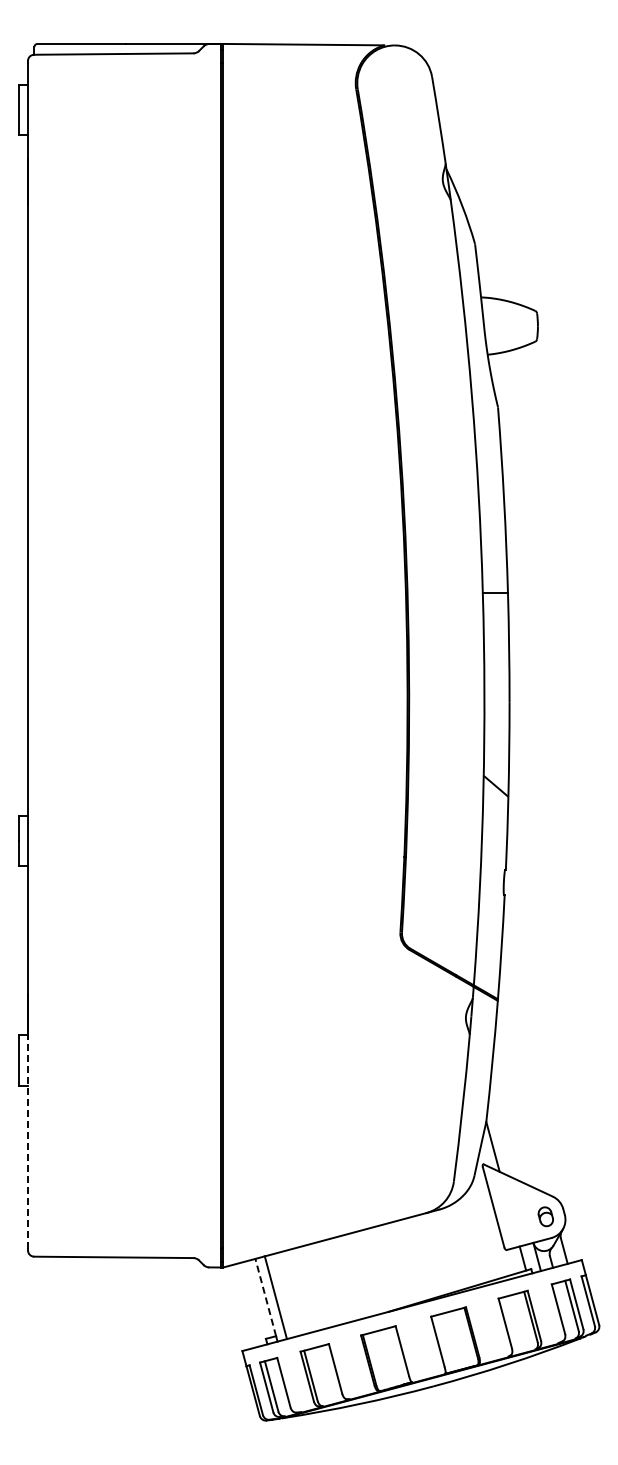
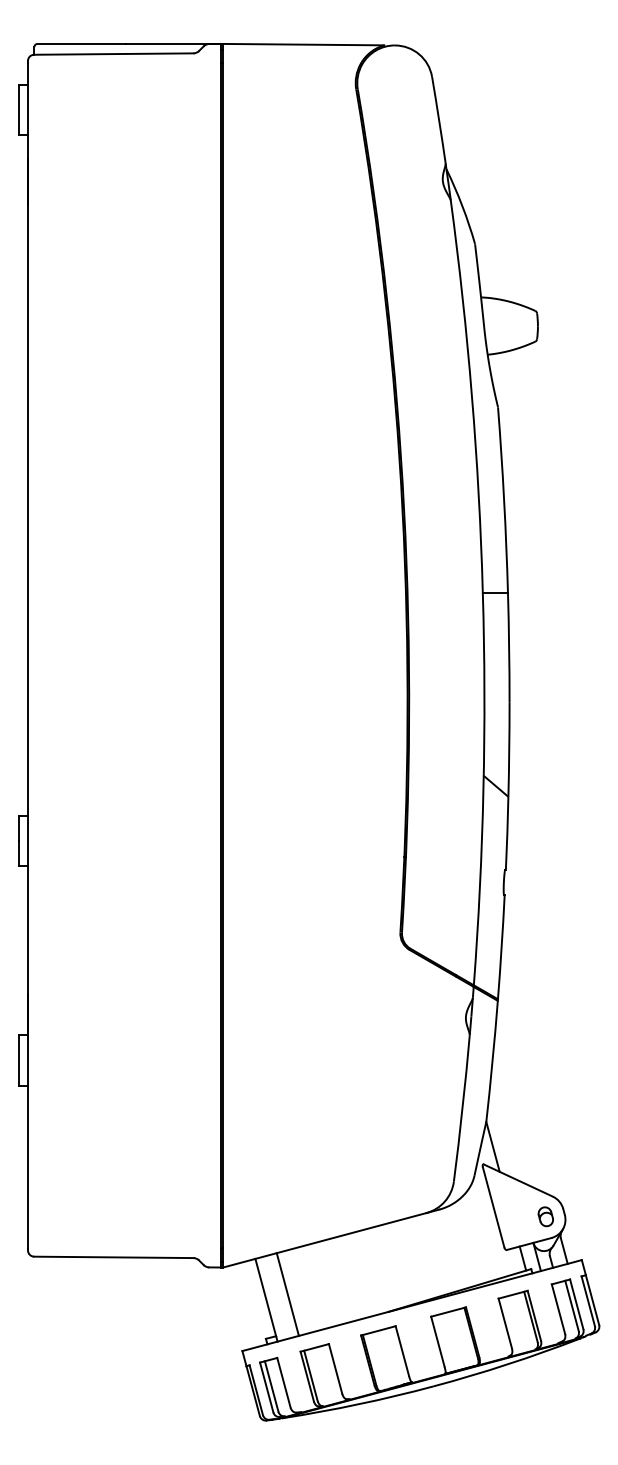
line at (27, 1143): dashed -> solid
line at (265, 1297): dashed -> solid
line at (275, 1297) position: (275, 1297) -> (287, 1294)
